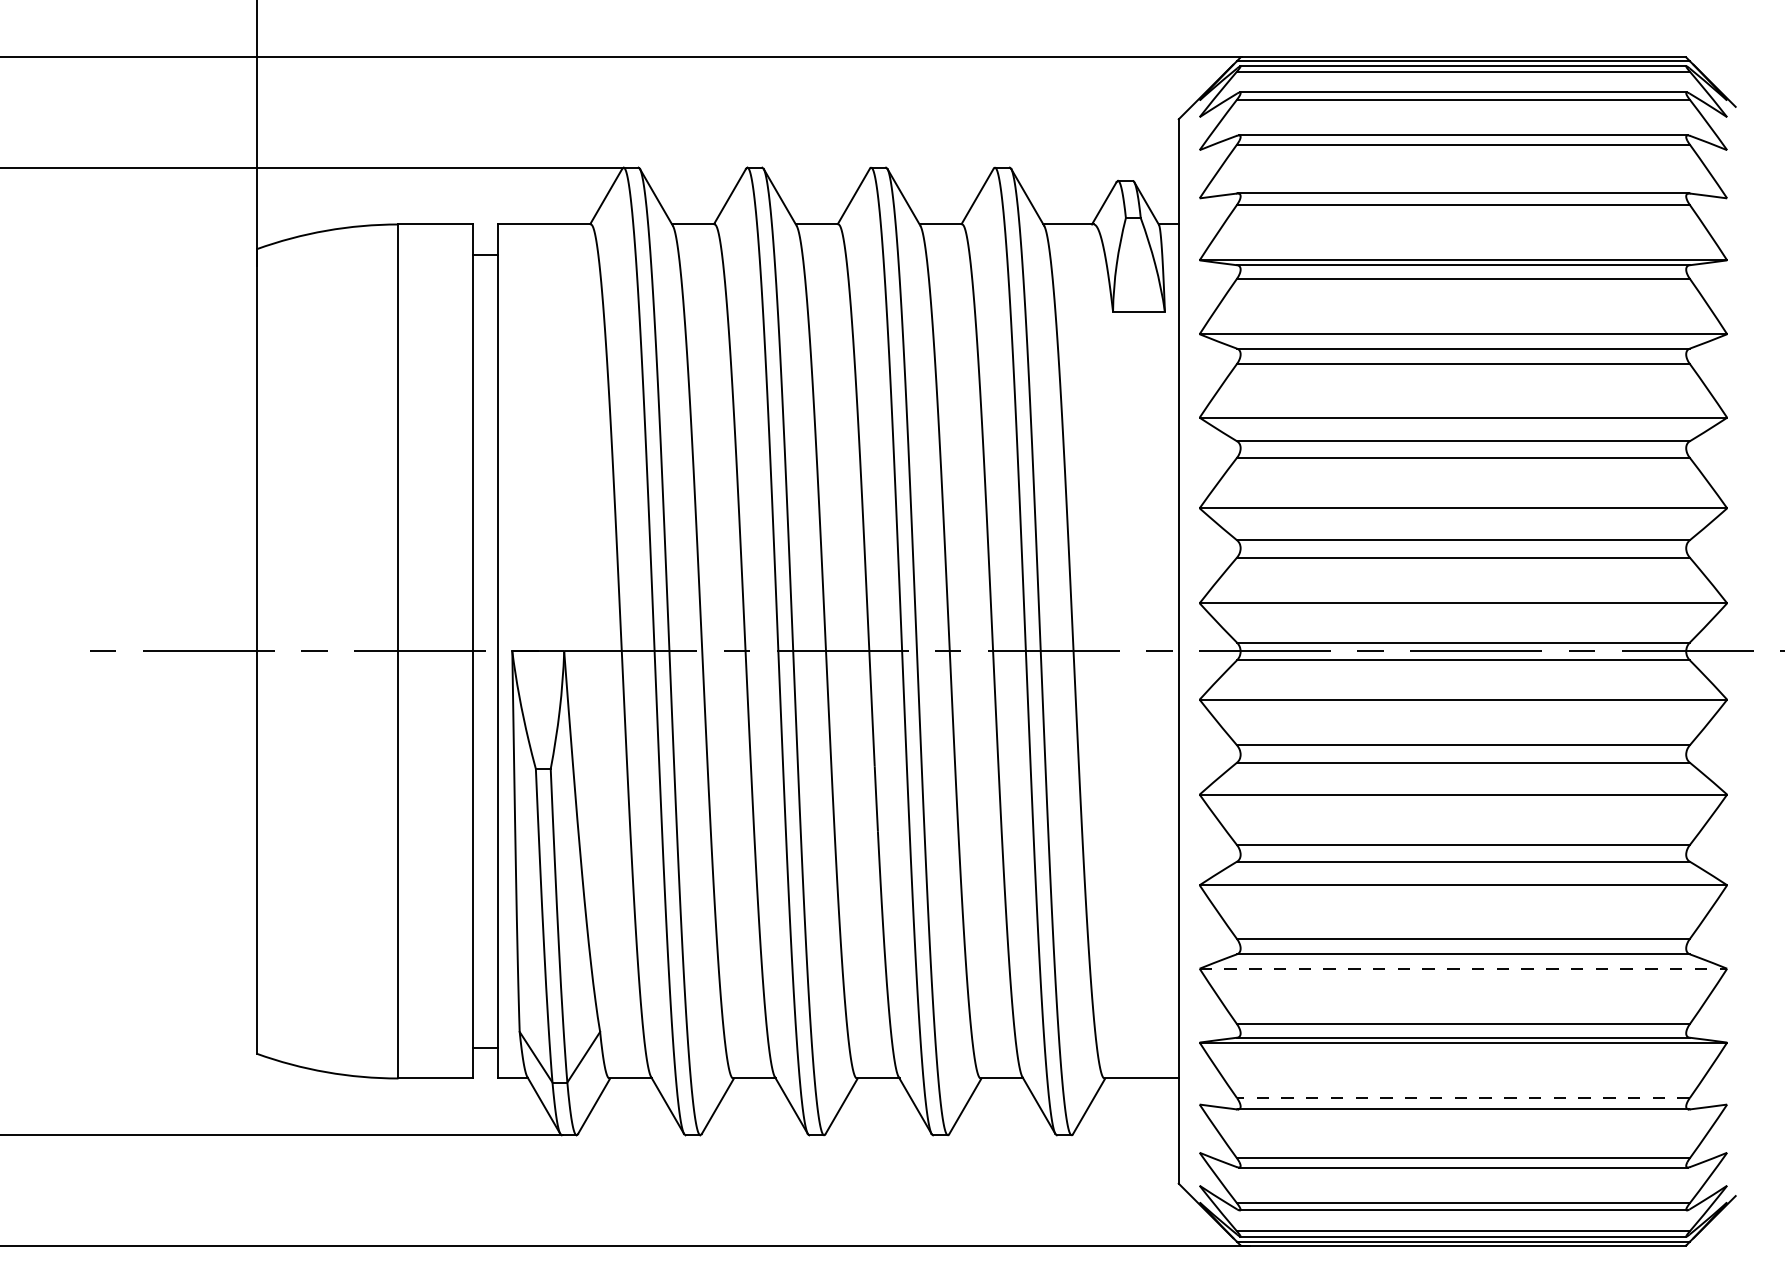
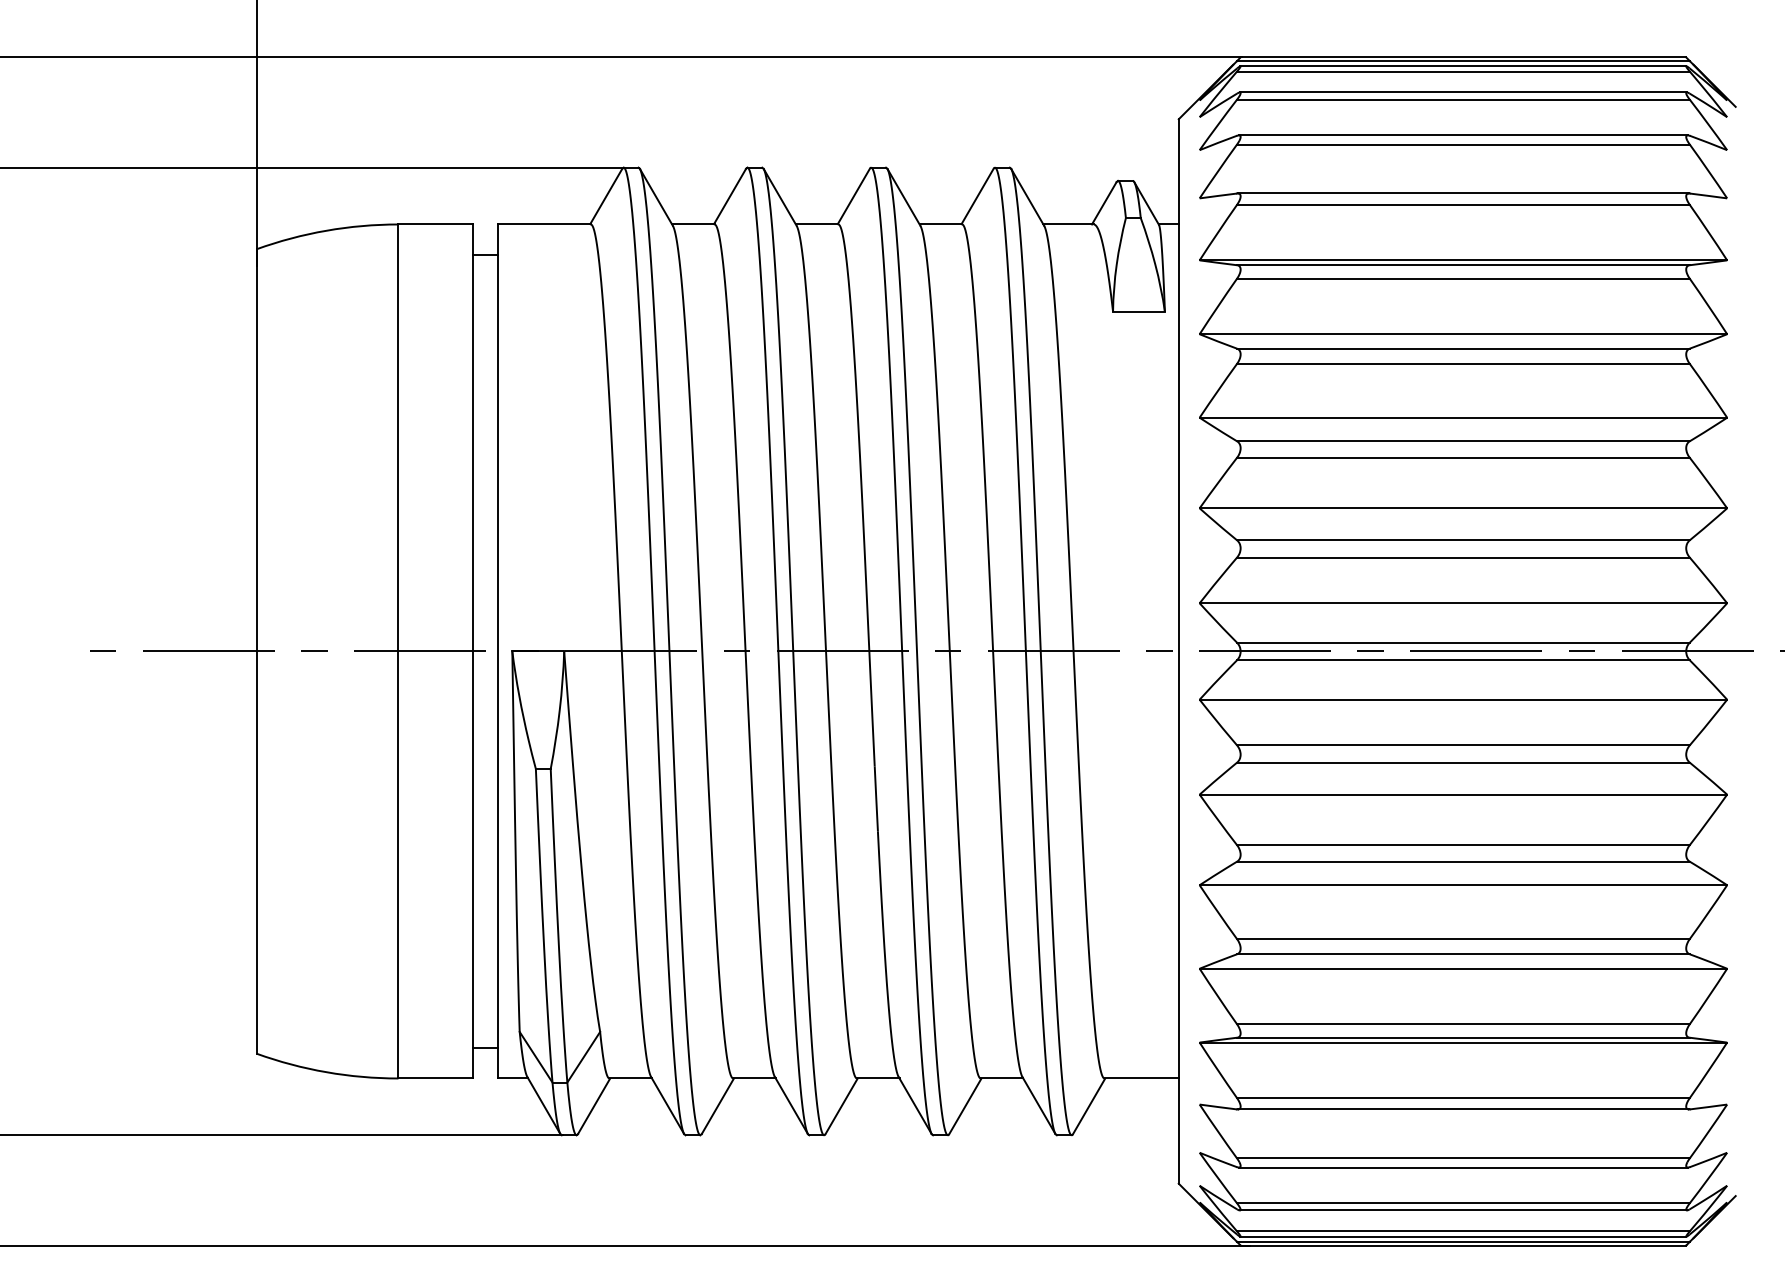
line at (1463, 968): dashed -> solid
line at (1462, 1098): dashed -> solid
